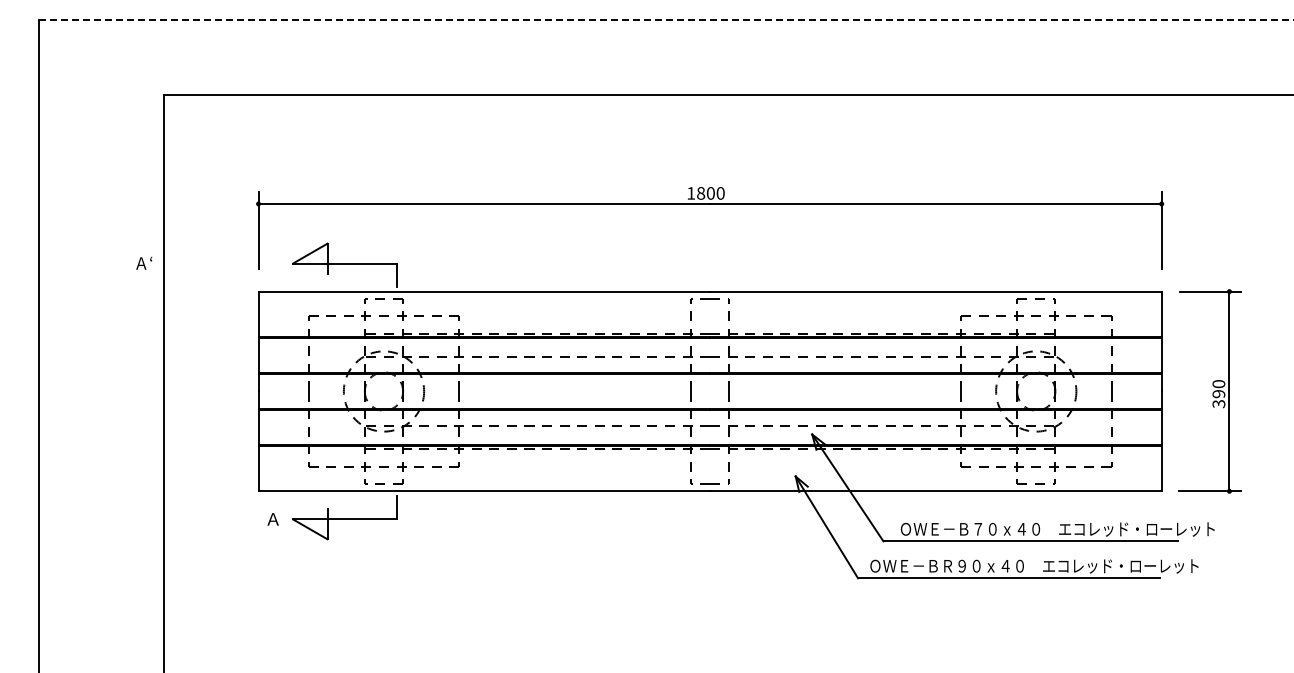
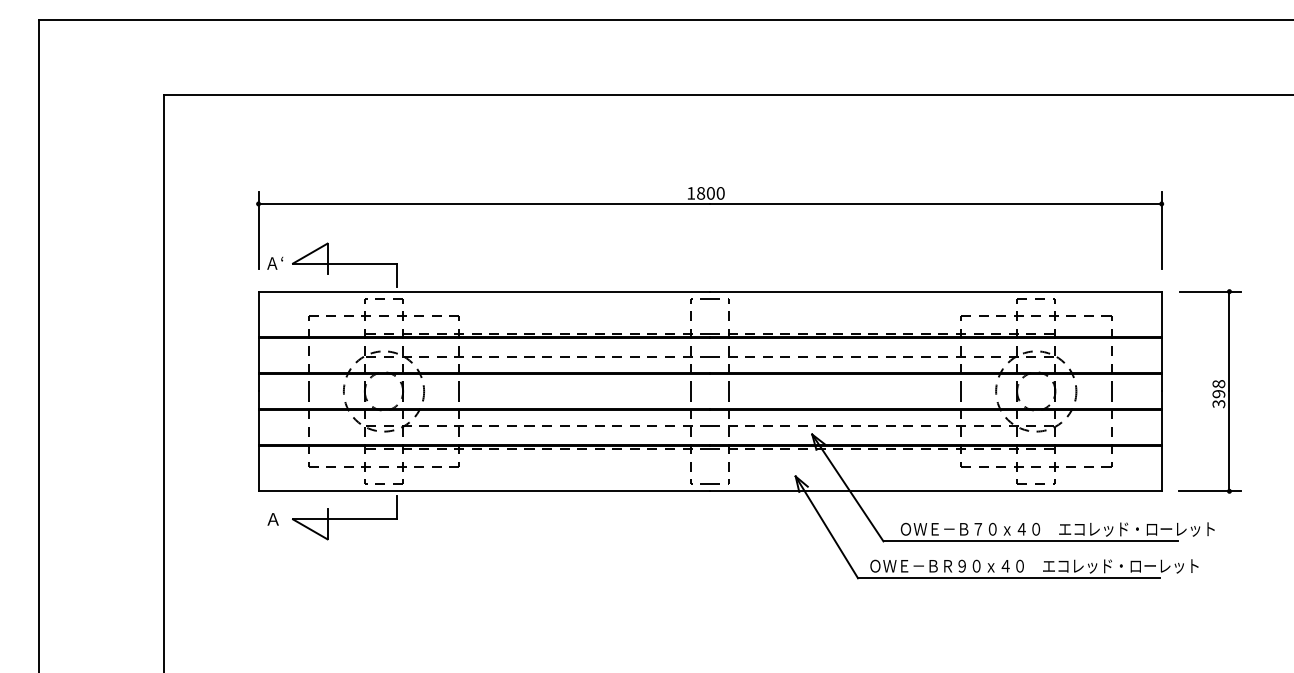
line at (666, 20): dashed -> solid
text at (144, 262) position: (144, 262) -> (275, 262)
text at (1219, 384): 390 -> 398
